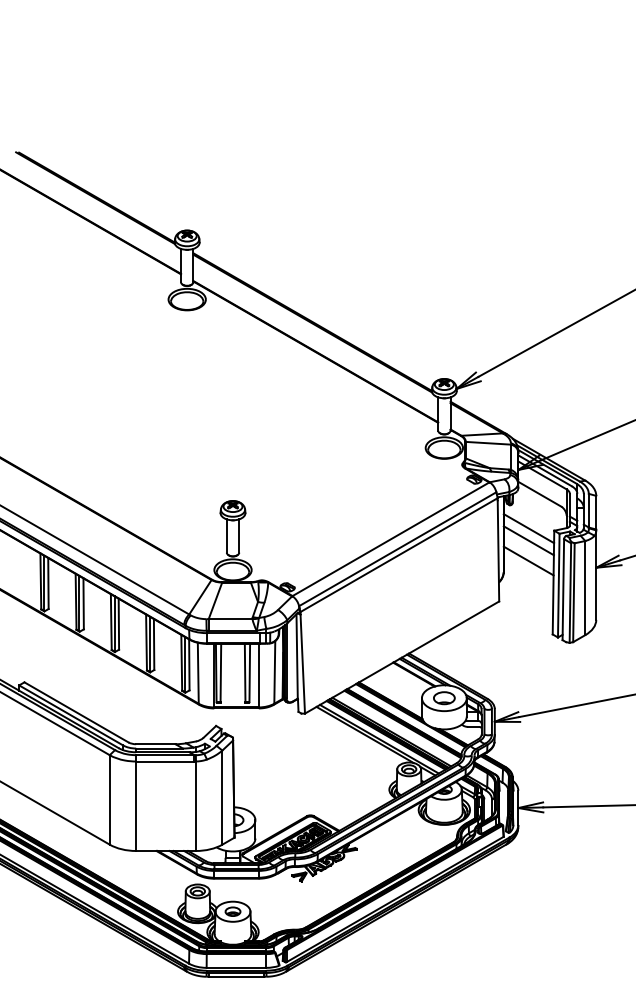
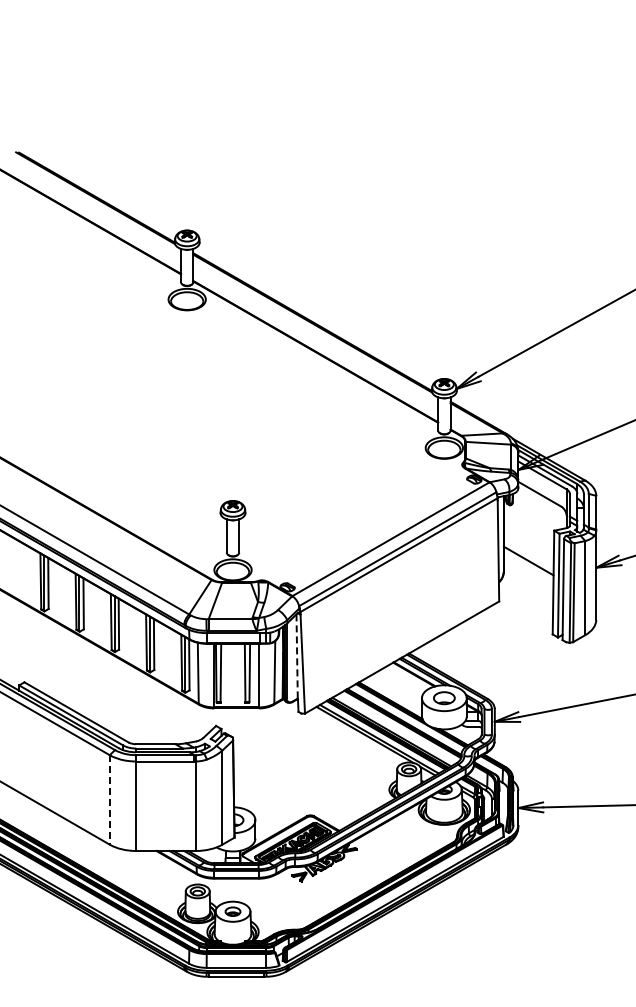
line at (528, 528): present -> none
line at (528, 540): present -> none
line at (297, 657): solid -> dashed
line at (109, 799): solid -> dashed
